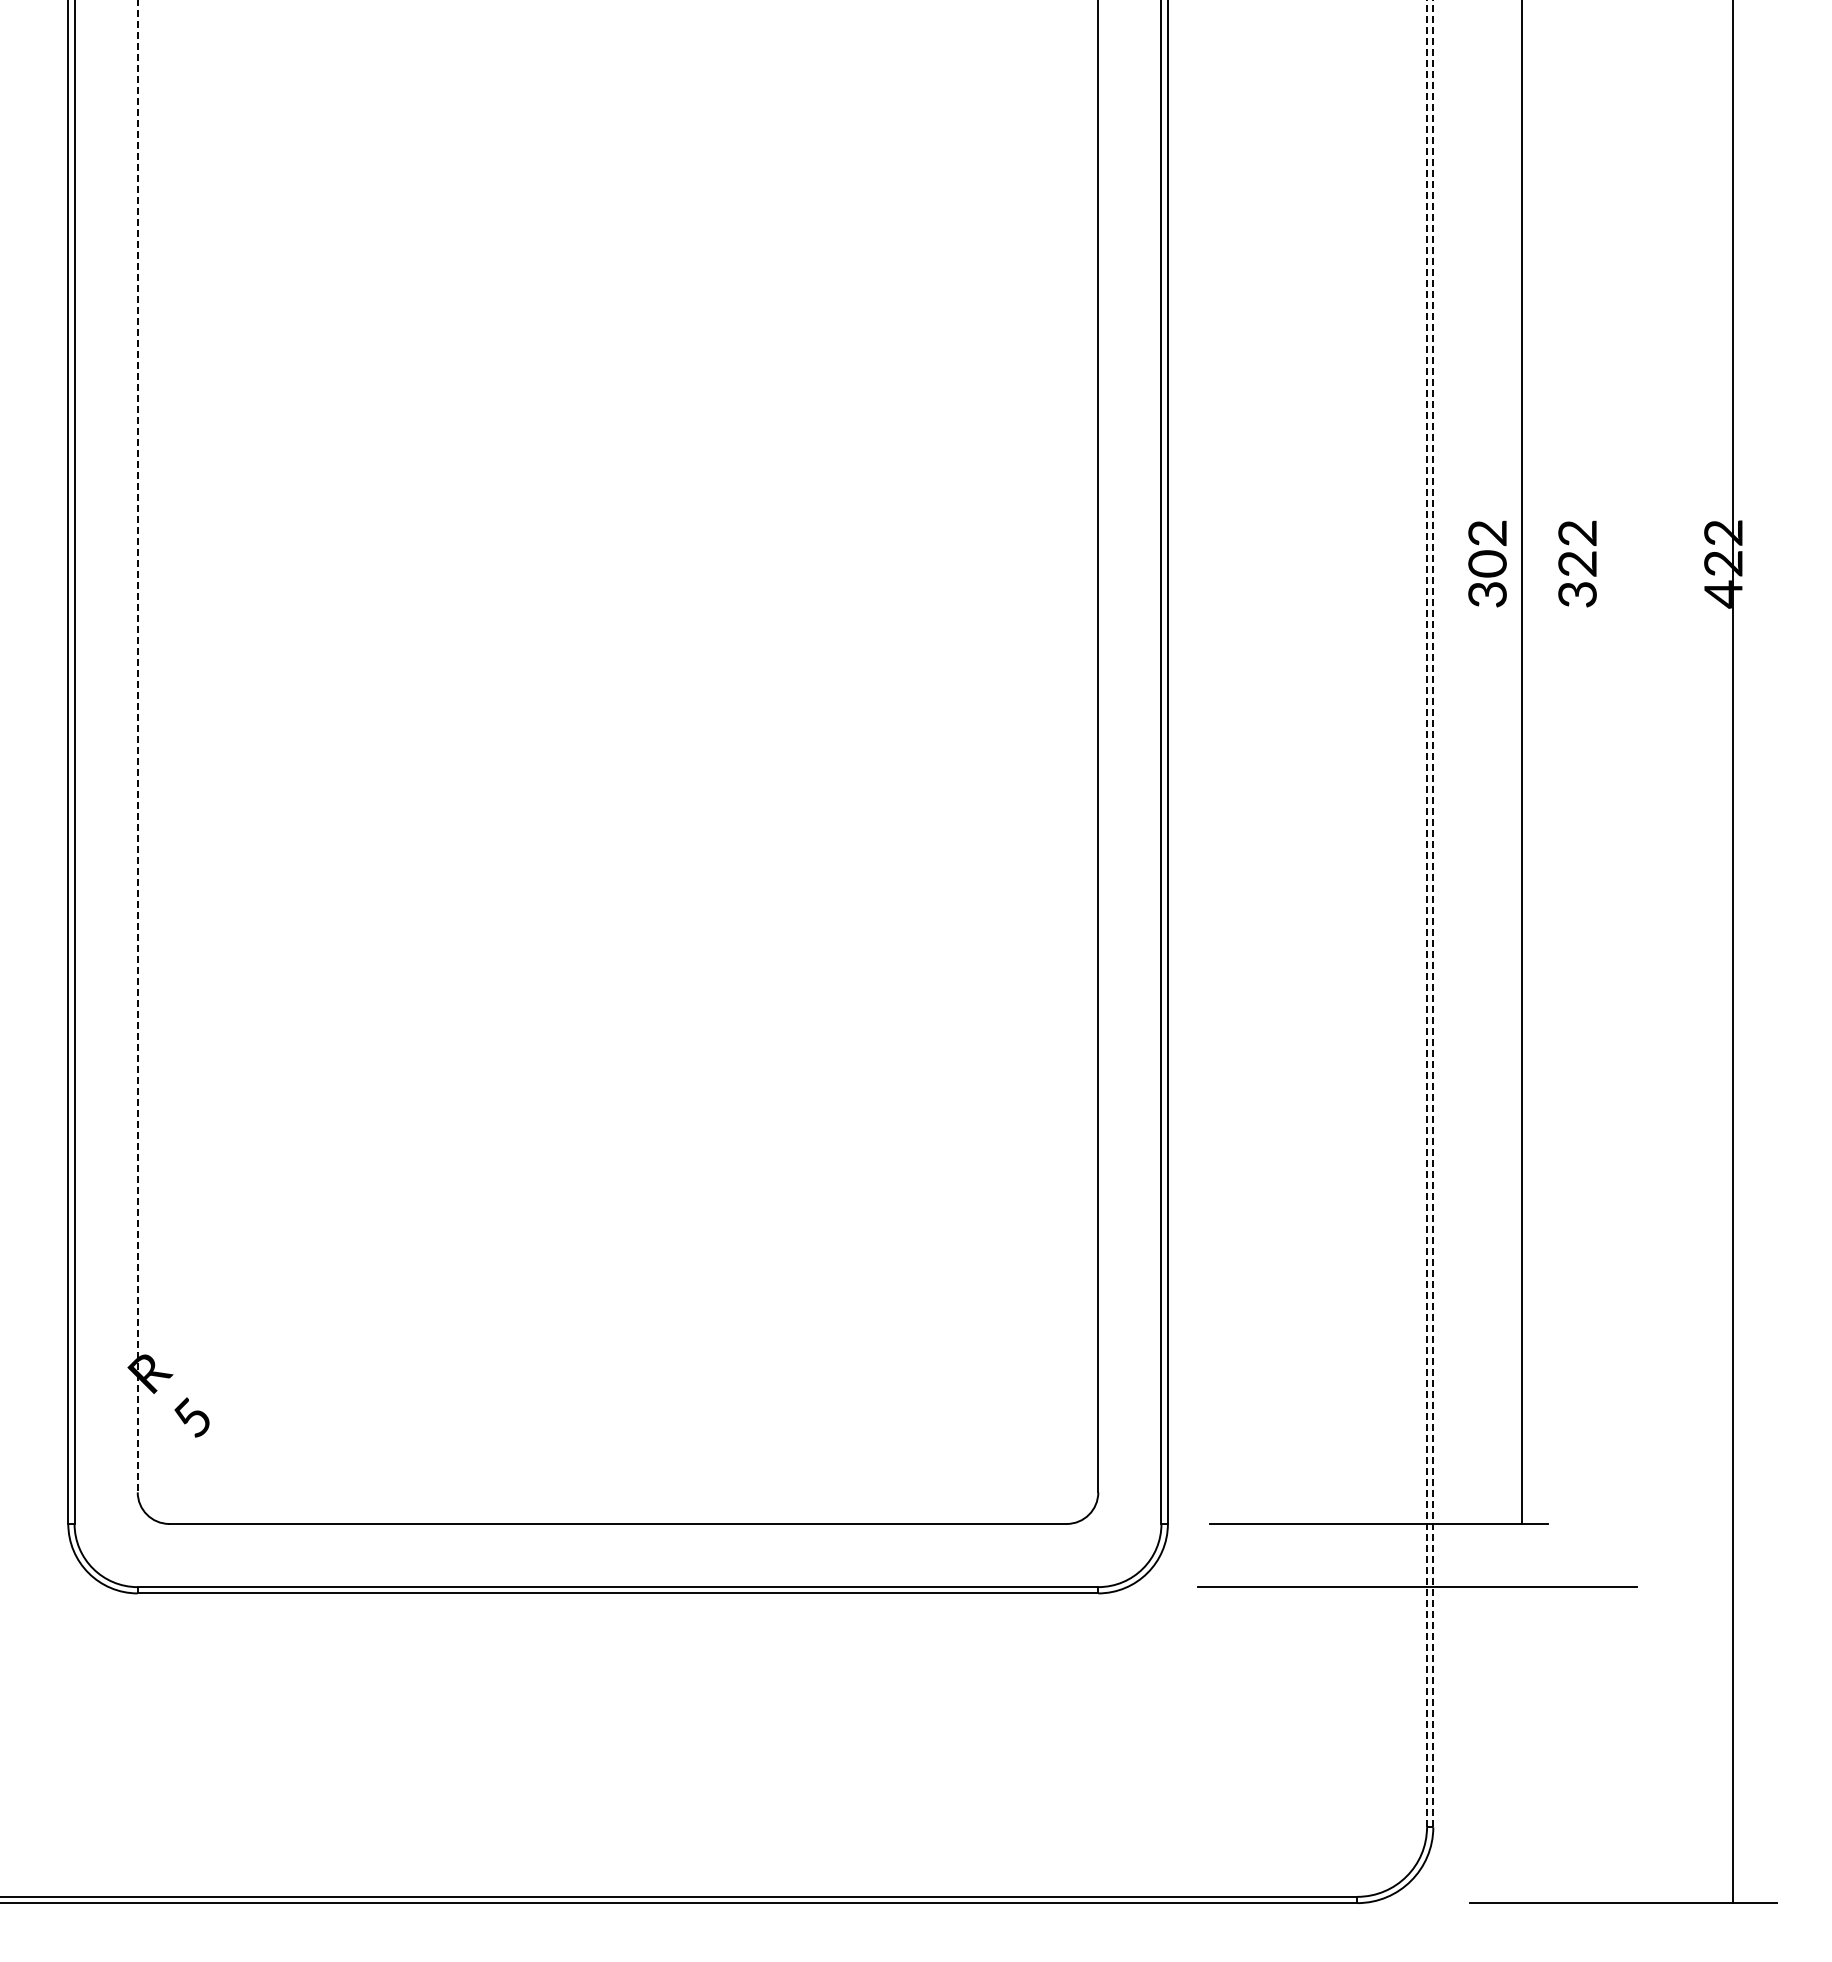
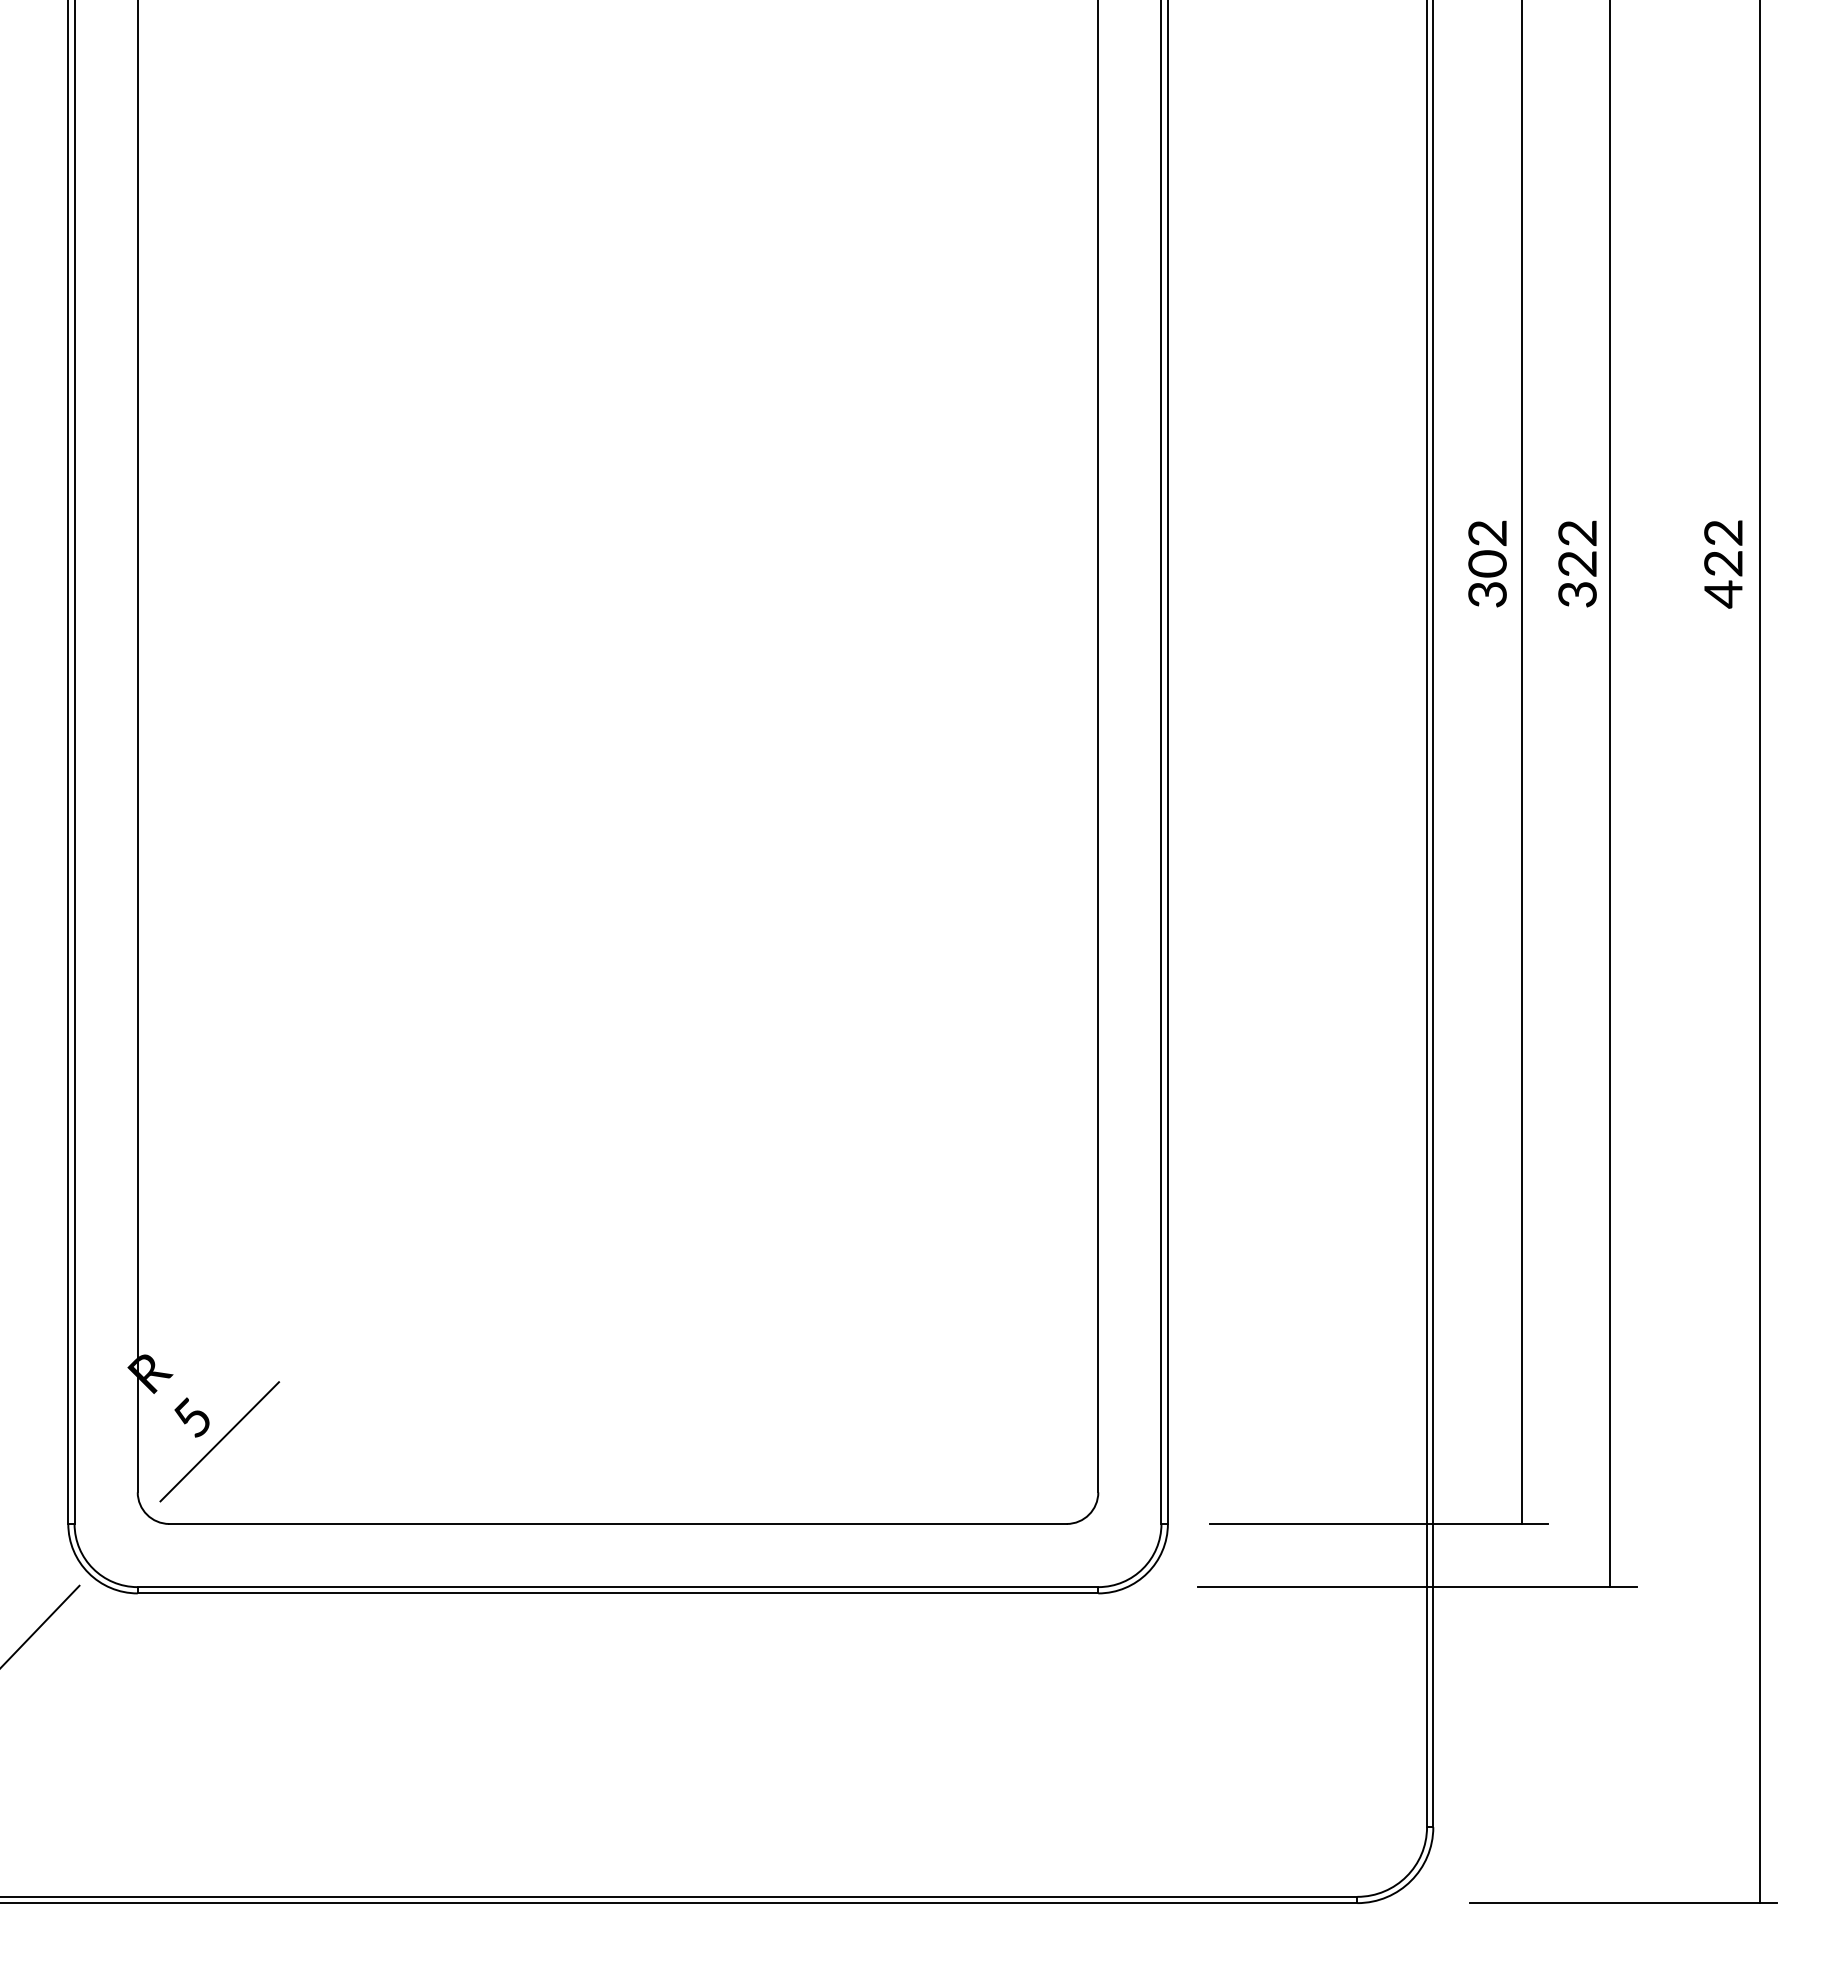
line at (137, 746): dashed -> solid
line at (1610, 794): none -> present
line at (1427, 913): dashed -> solid
line at (1433, 913): dashed -> solid
line at (1733, 952) position: (1733, 952) -> (1760, 952)
line at (219, 1441): none -> present
line at (40, 1625): none -> present
